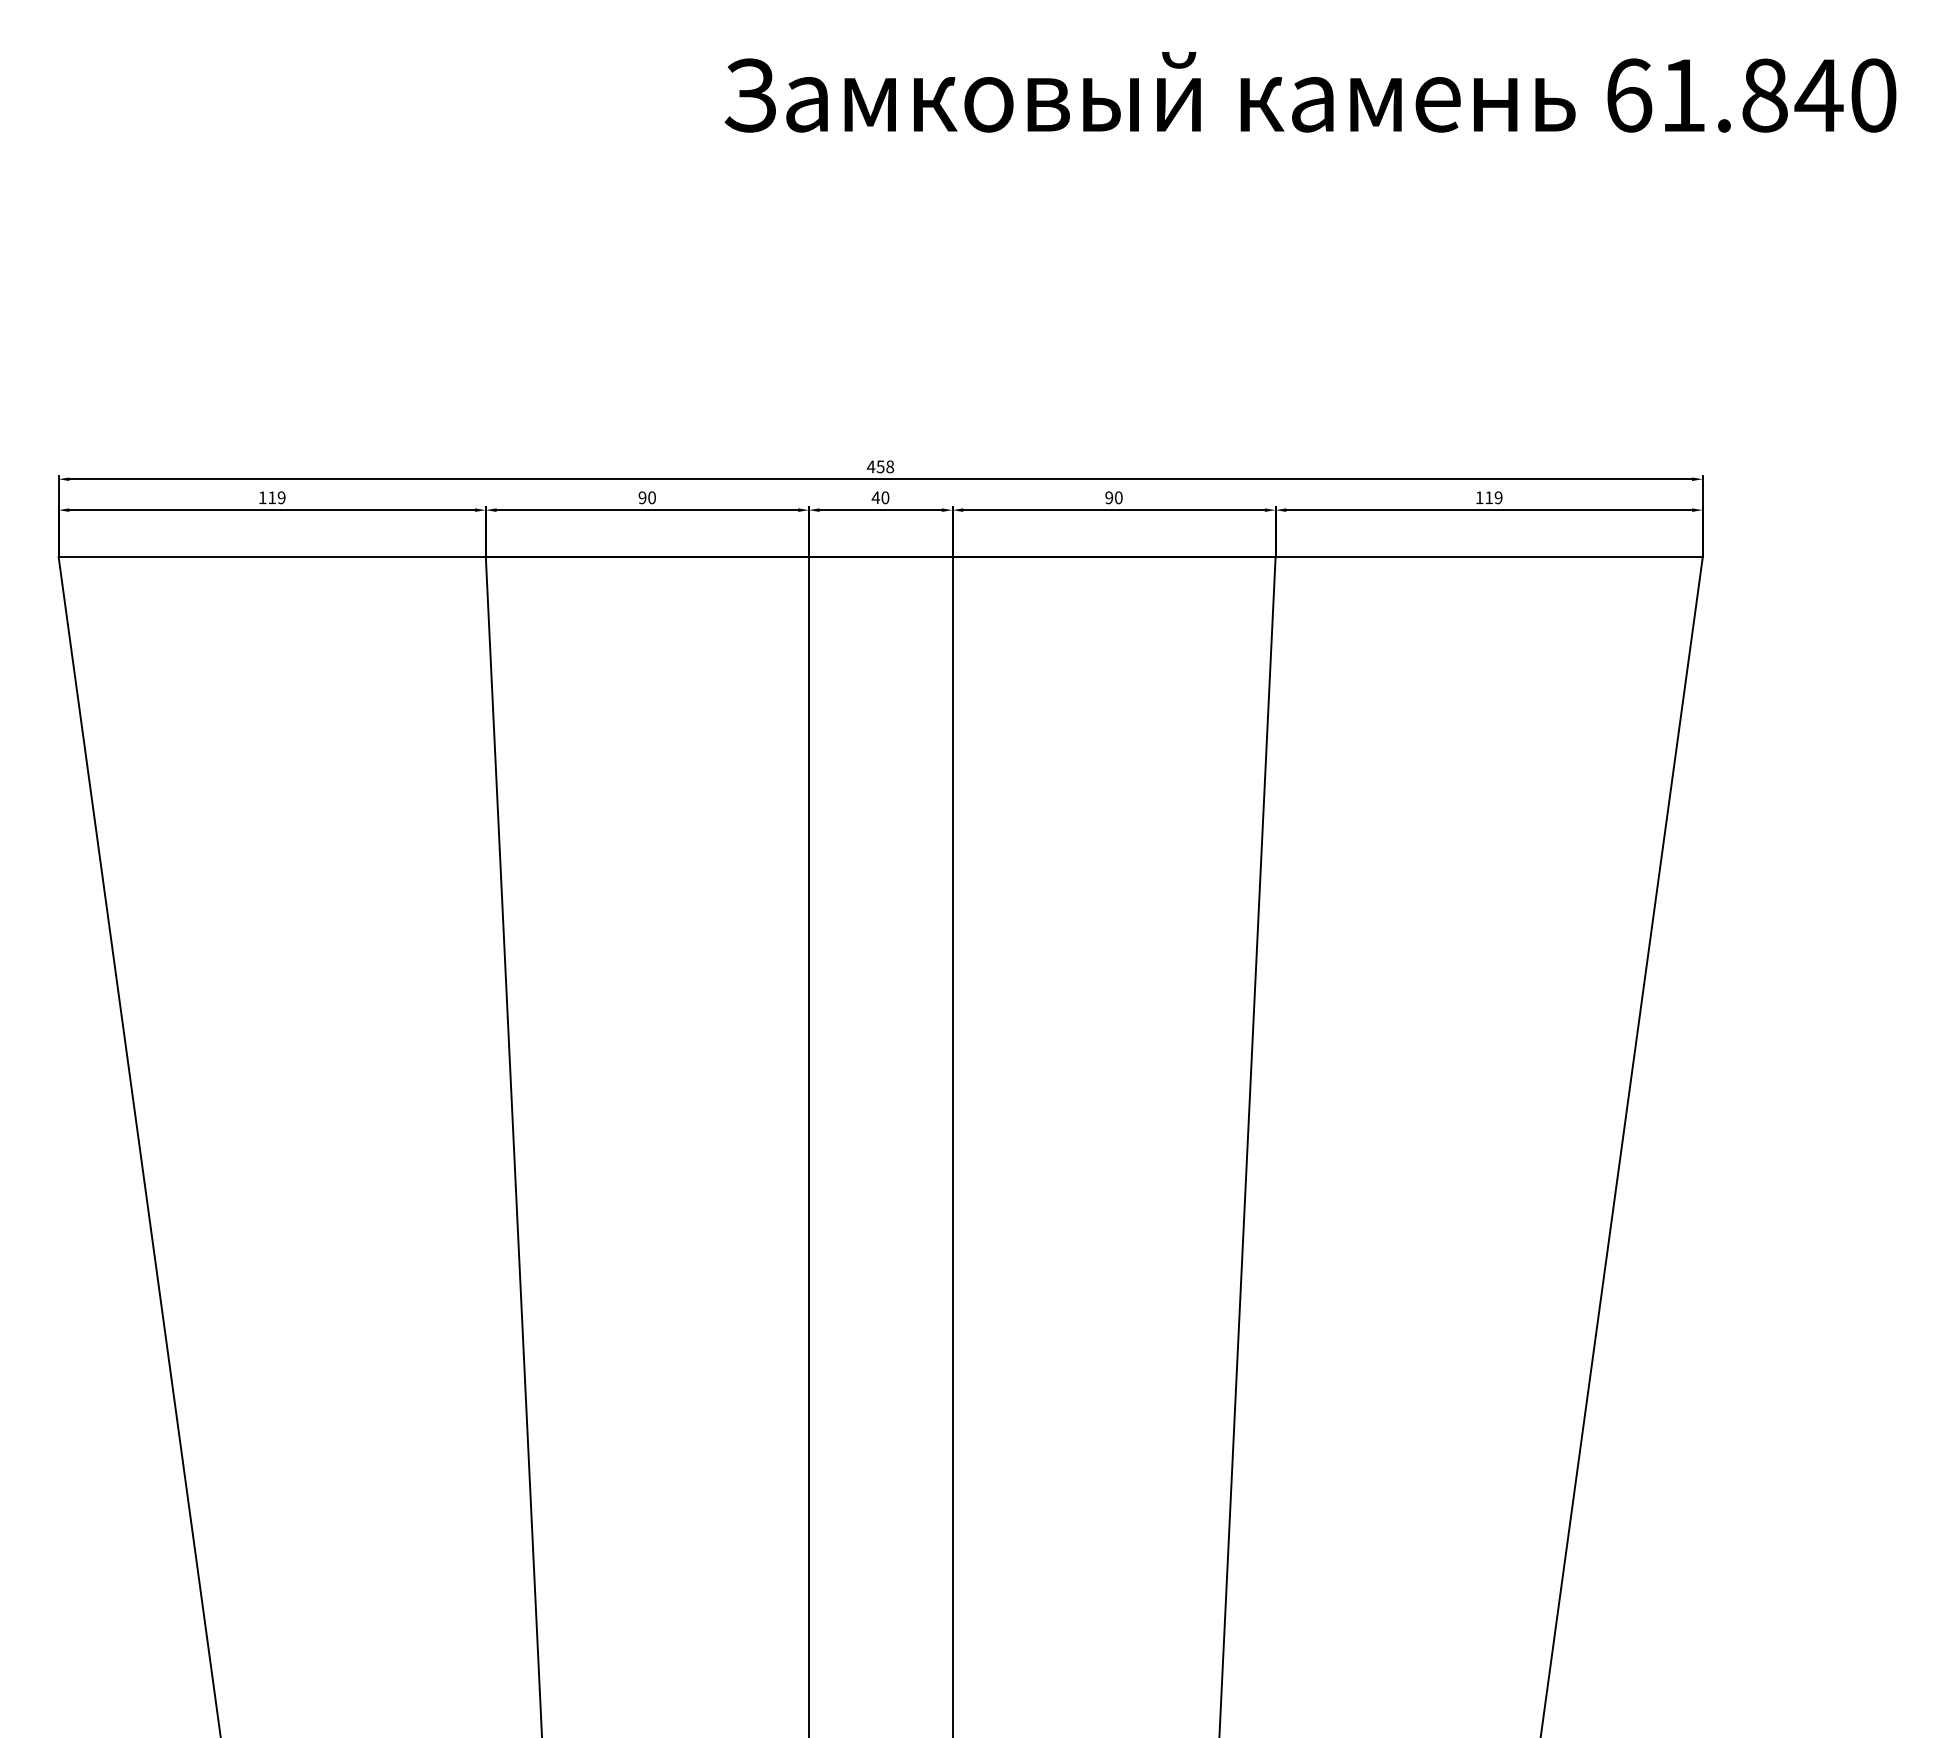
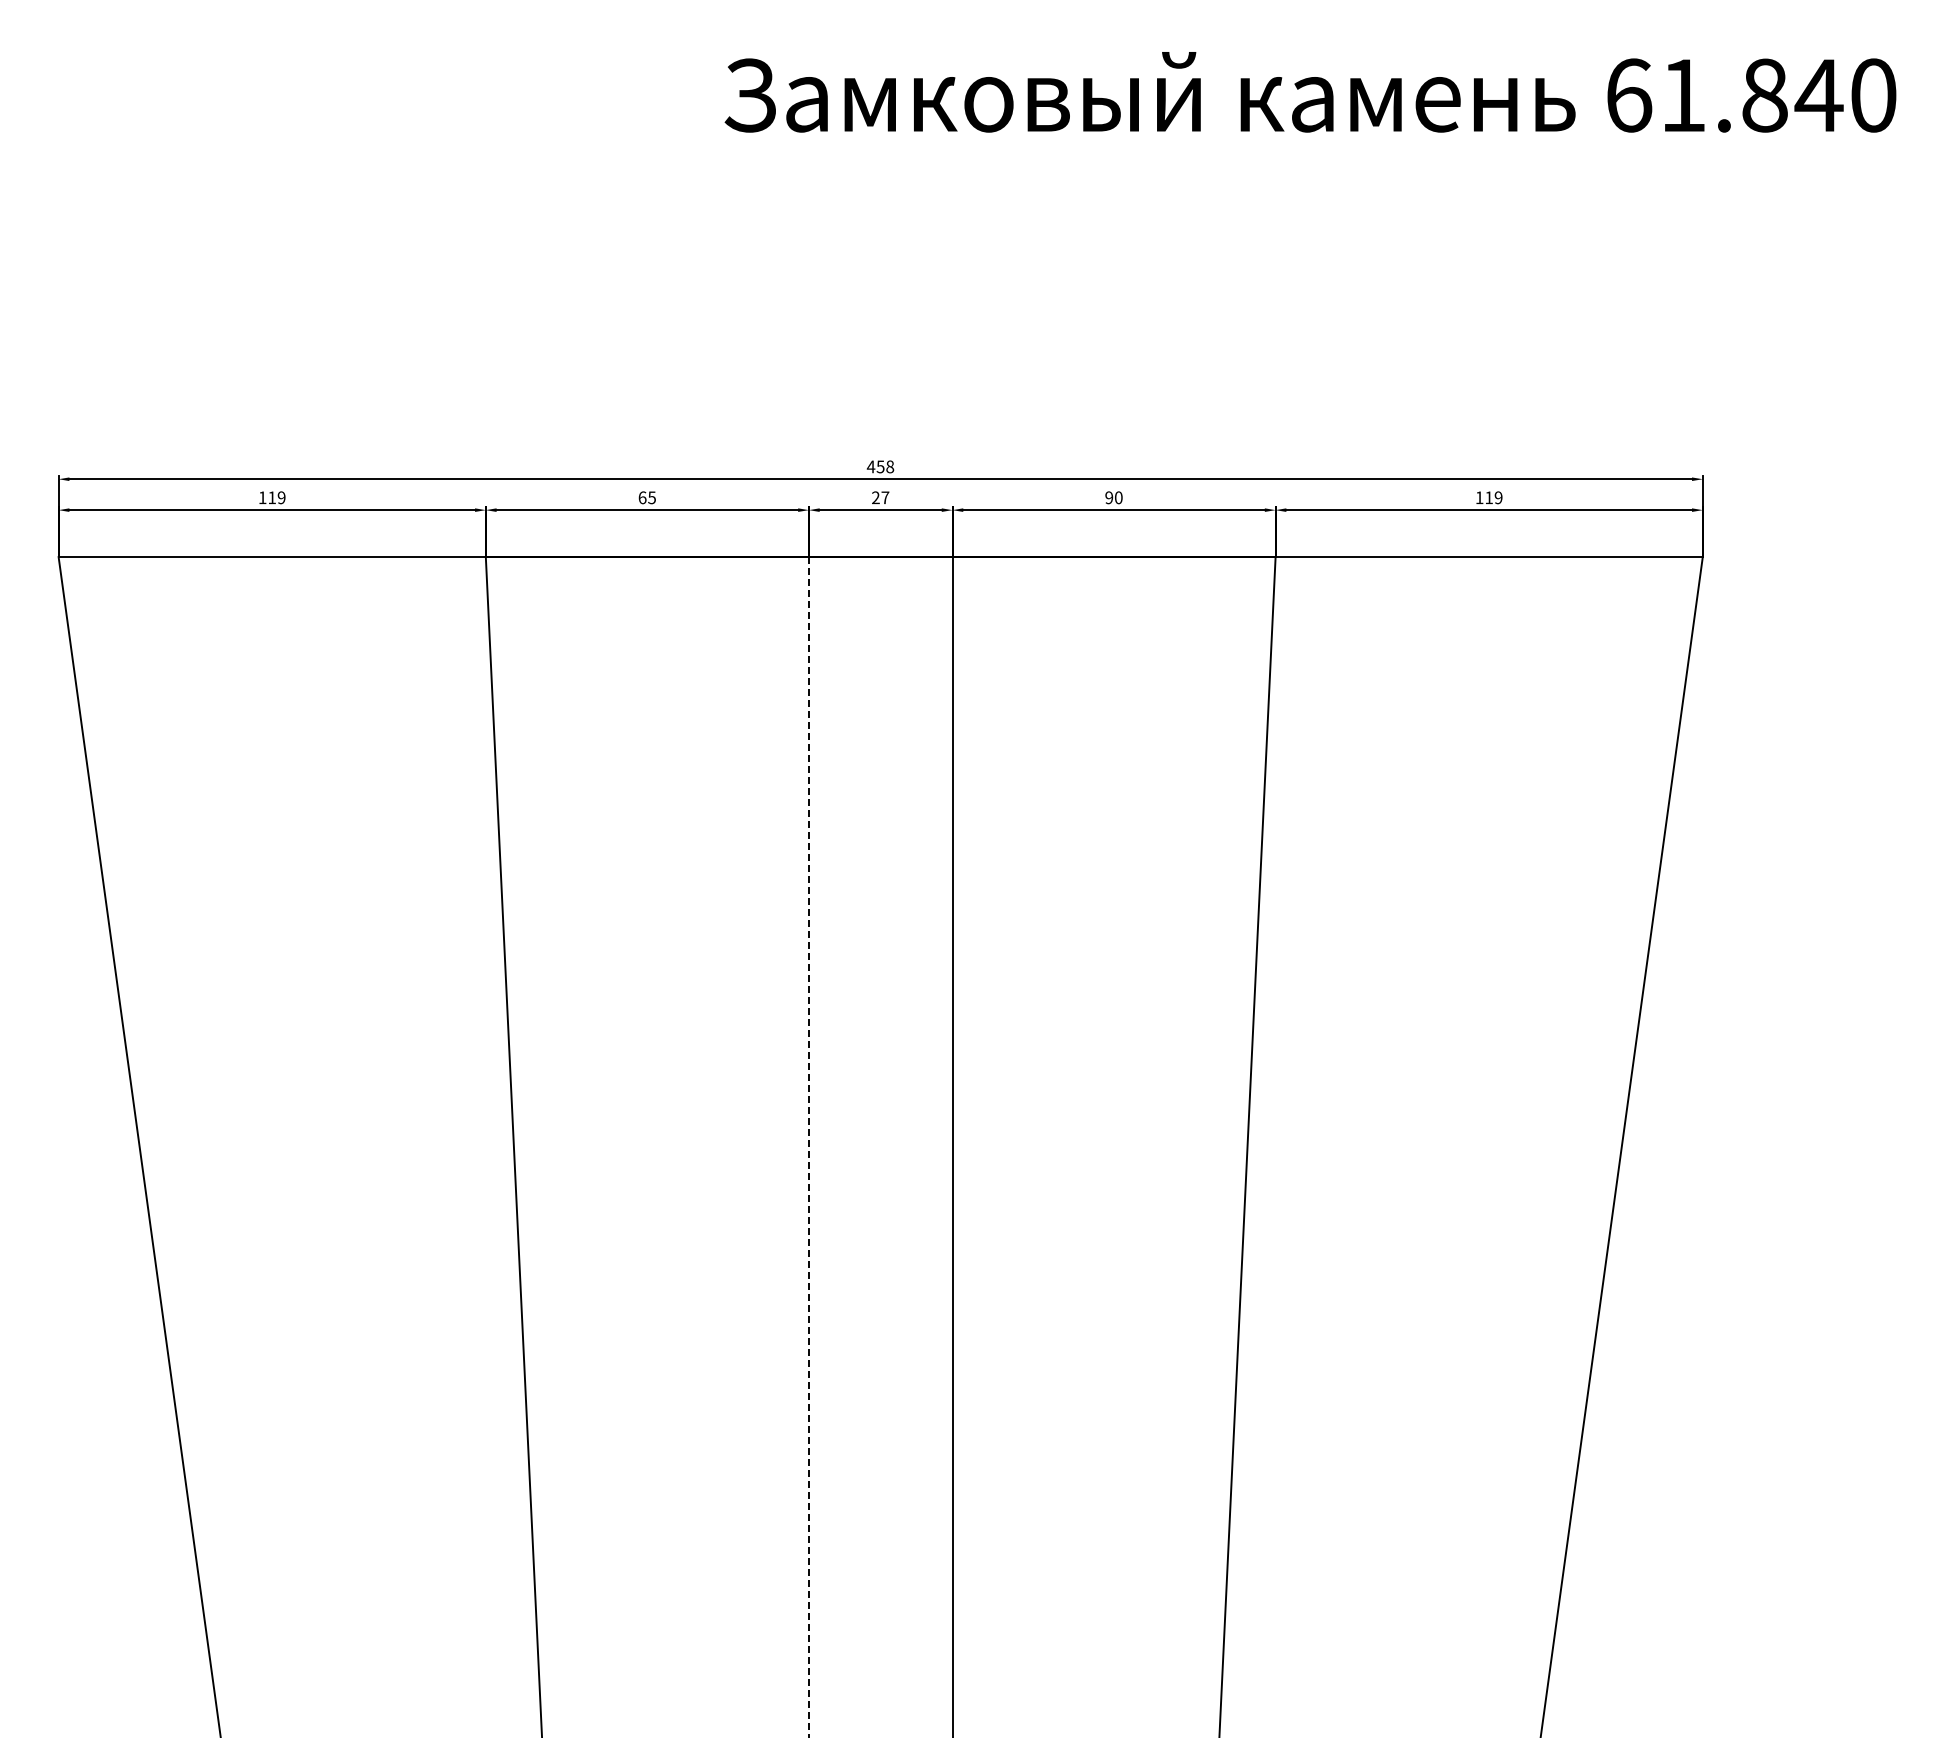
text at (646, 497): 90 -> 65
text at (880, 497): 40 -> 27
line at (808, 1147): solid -> dashed
